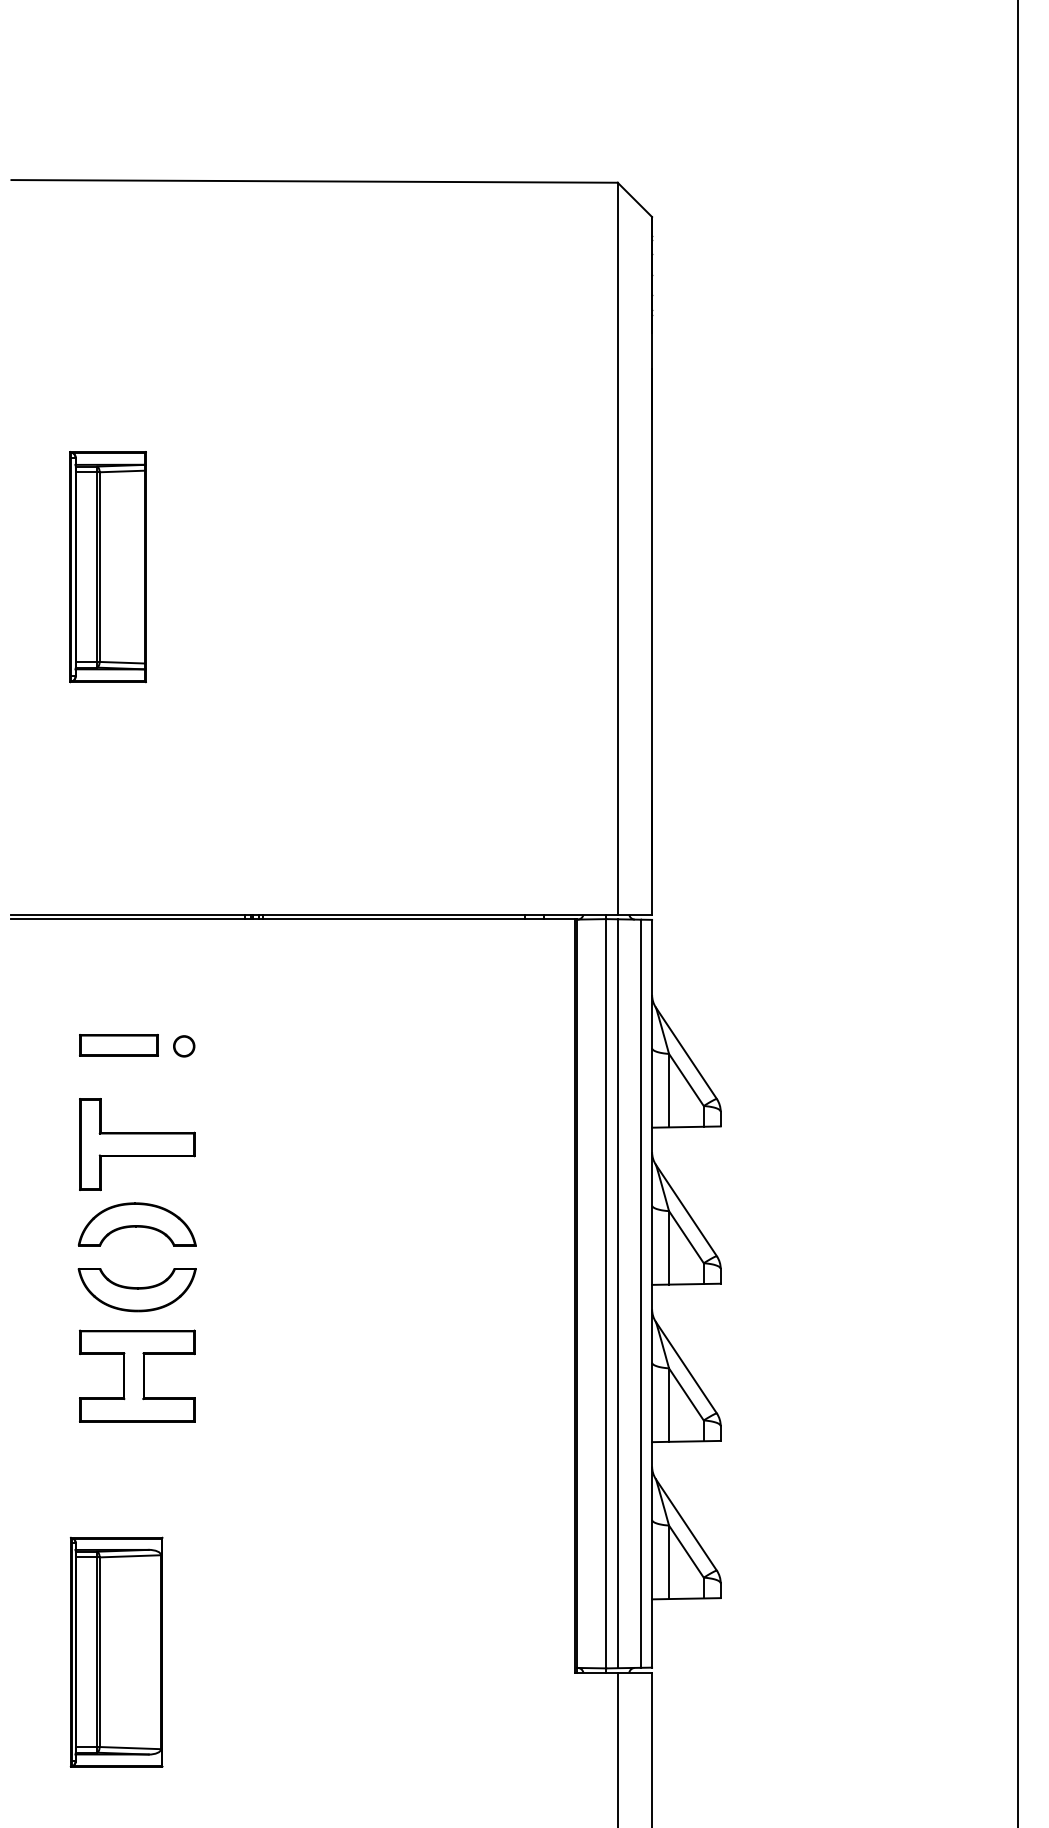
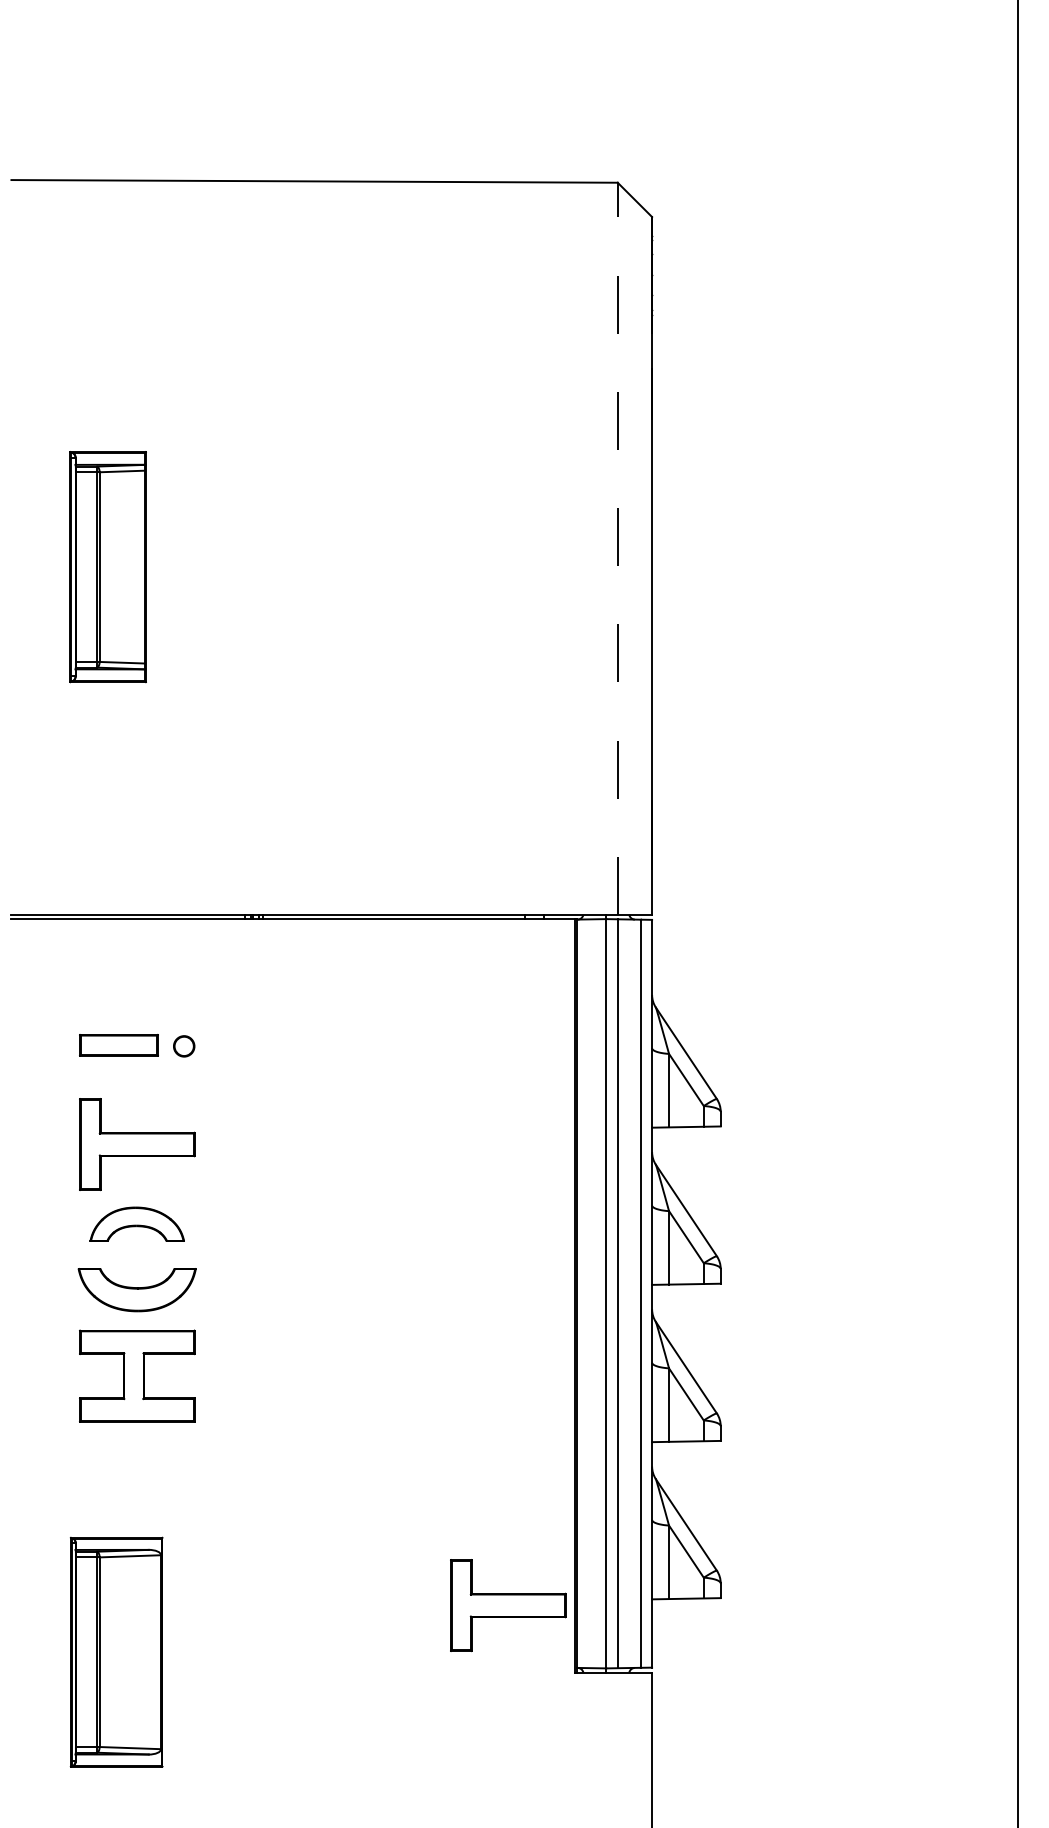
line at (617, 548): solid -> dashed
part at (137, 1224) size: 119x45 px -> 96x36 px
part at (508, 1605): none -> present
line at (617, 1748): present -> none
